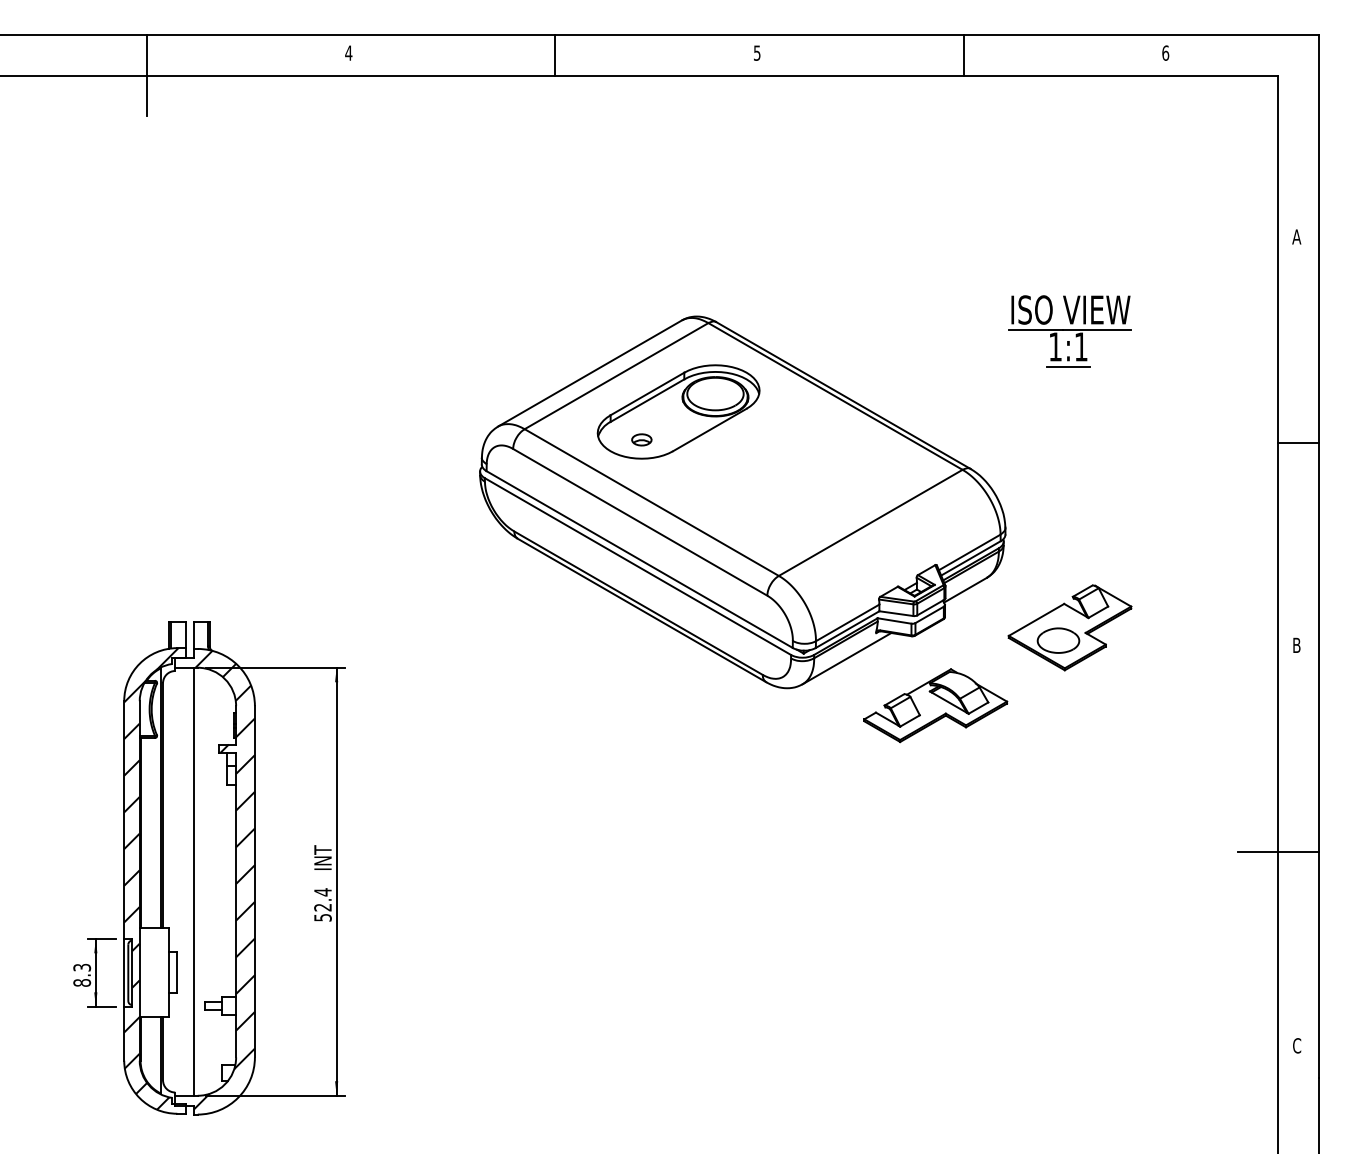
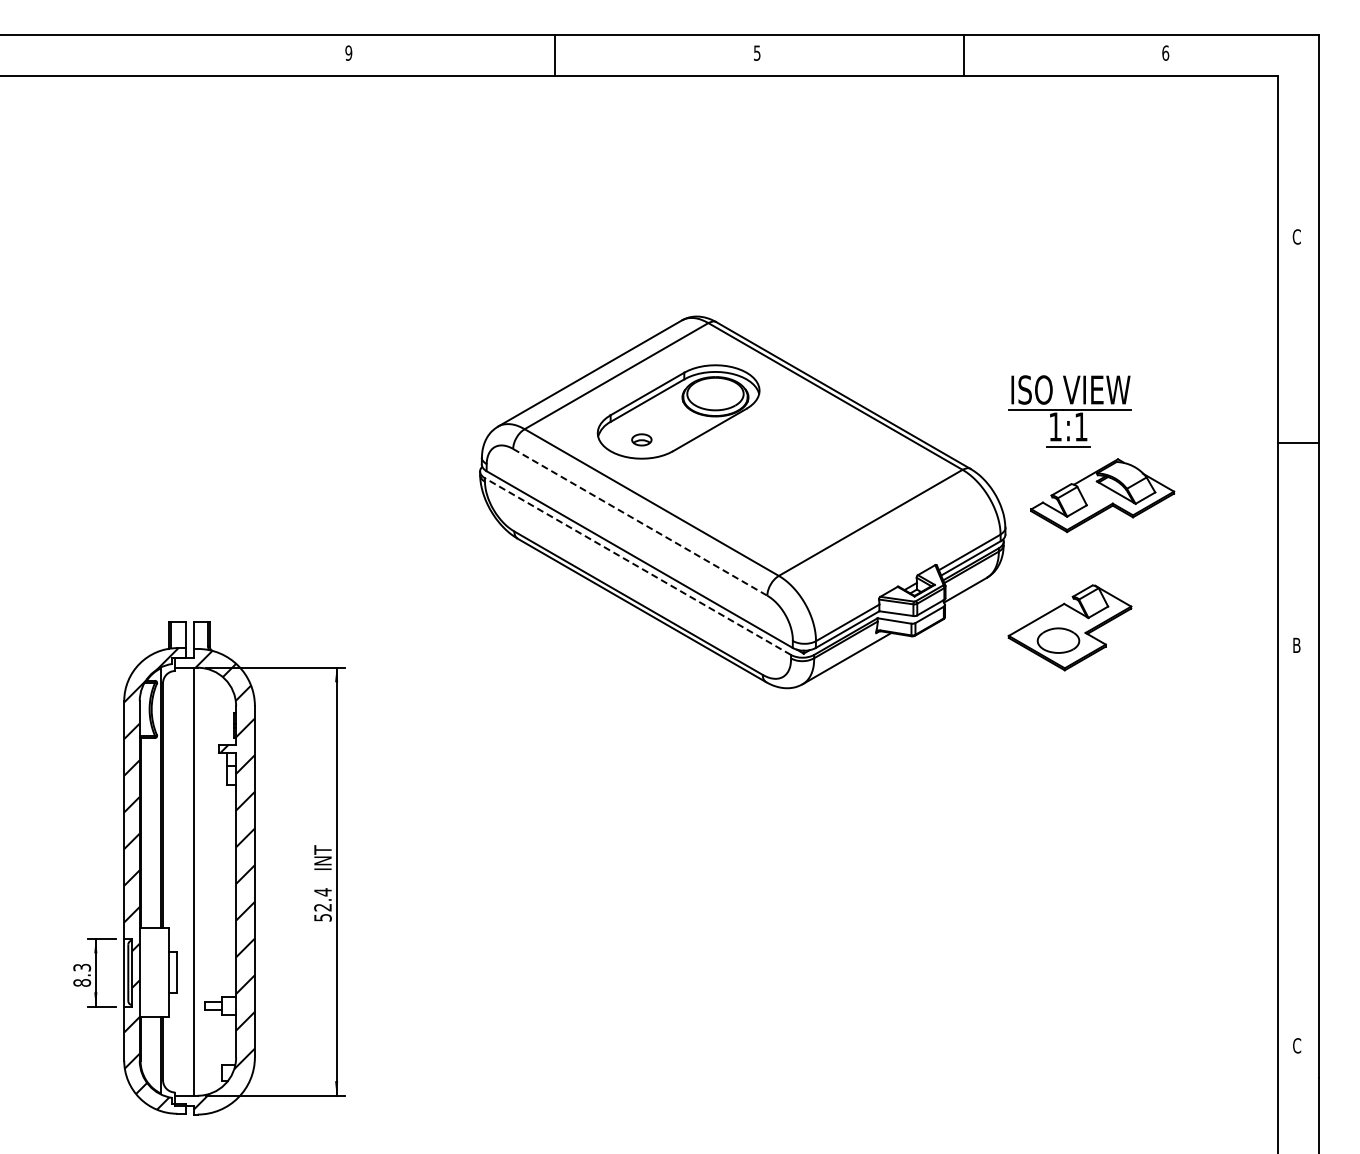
text at (348, 52): 4 -> 9
line at (146, 75): present -> none
text at (1296, 236): A -> C
part at (1069, 331) position: (1069, 331) -> (1069, 411)
line at (640, 522): solid -> dashed
line at (637, 566): solid -> dashed
part at (935, 705) position: (935, 705) -> (1102, 495)
line at (1278, 851): present -> none
